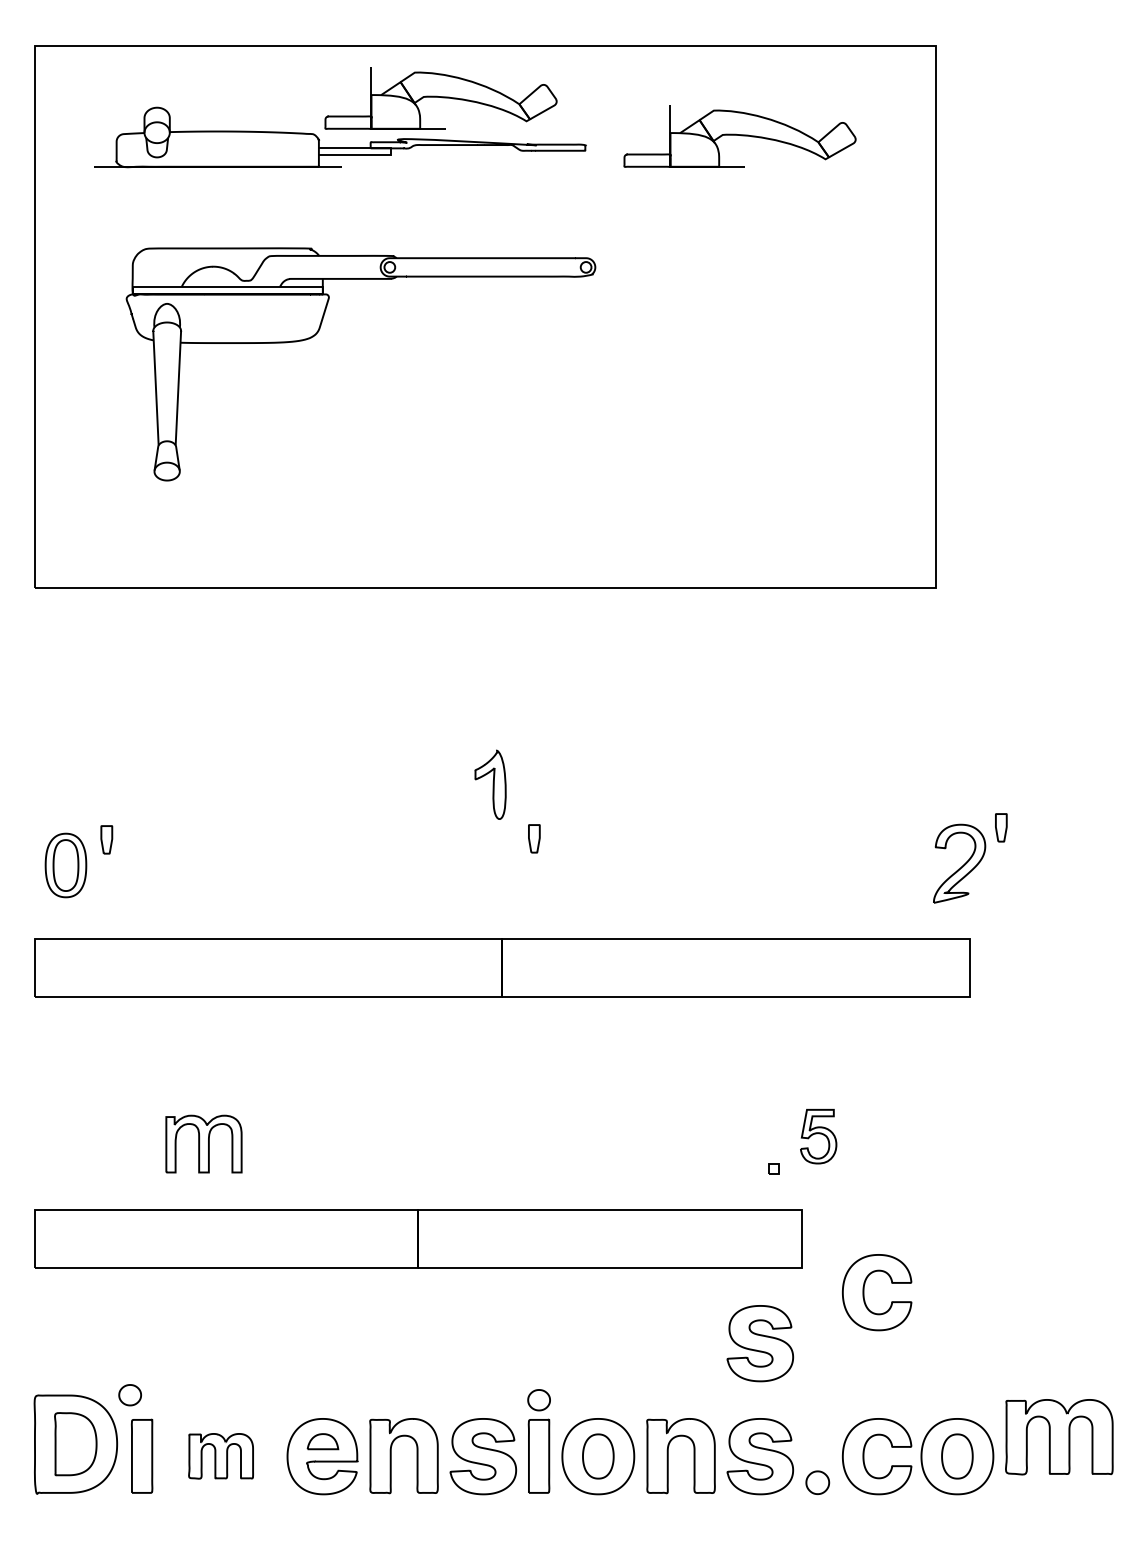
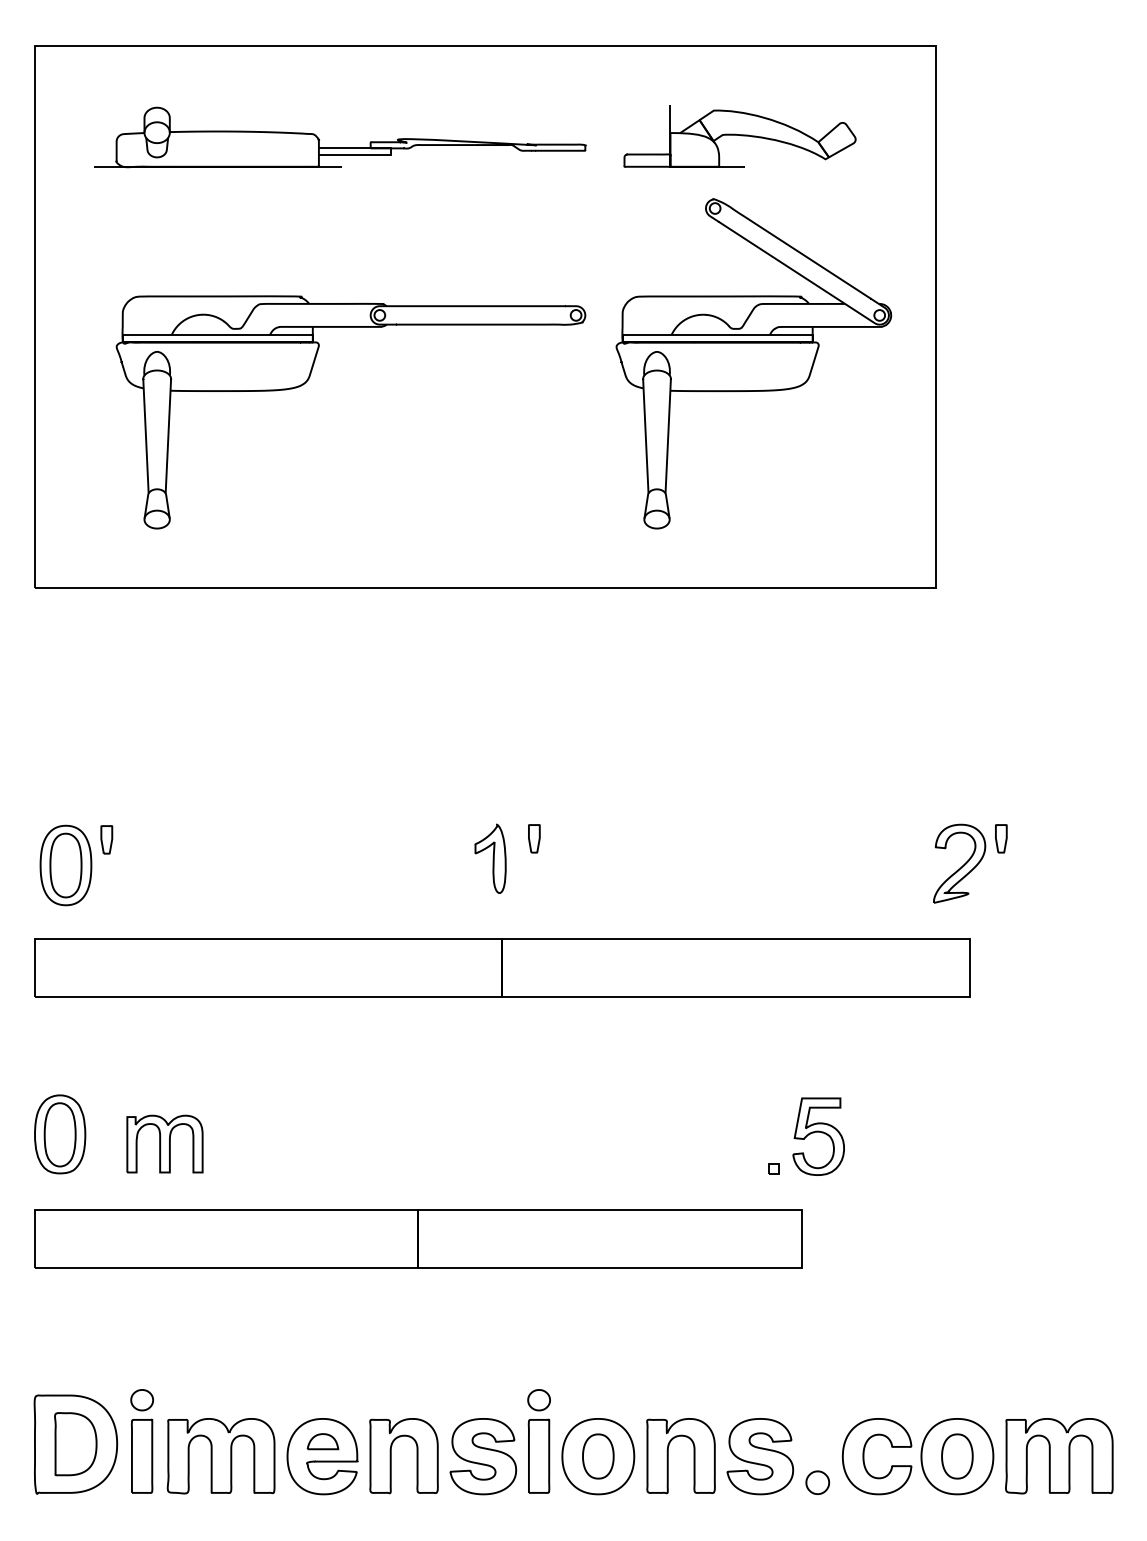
part at (440, 98): present -> none
part at (319, 331) position: (319, 331) -> (309, 379)
part at (753, 363): none -> present
part at (490, 784) position: (490, 784) -> (490, 858)
part at (1001, 827) position: (1001, 827) -> (1001, 838)
part at (65, 865) size: 44x67 px -> 54x83 px
part at (60, 1134): none -> present
part at (818, 1136) size: 38x56 px -> 53x79 px
part at (203, 1143) position: (203, 1143) -> (164, 1143)
part at (864, 1292): present -> none
part at (760, 1343): present -> none
part at (129, 1395) position: (129, 1395) -> (141, 1400)
part at (1059, 1437) position: (1059, 1437) -> (1059, 1456)
part at (220, 1456) size: 66x47 px -> 110x77 px
